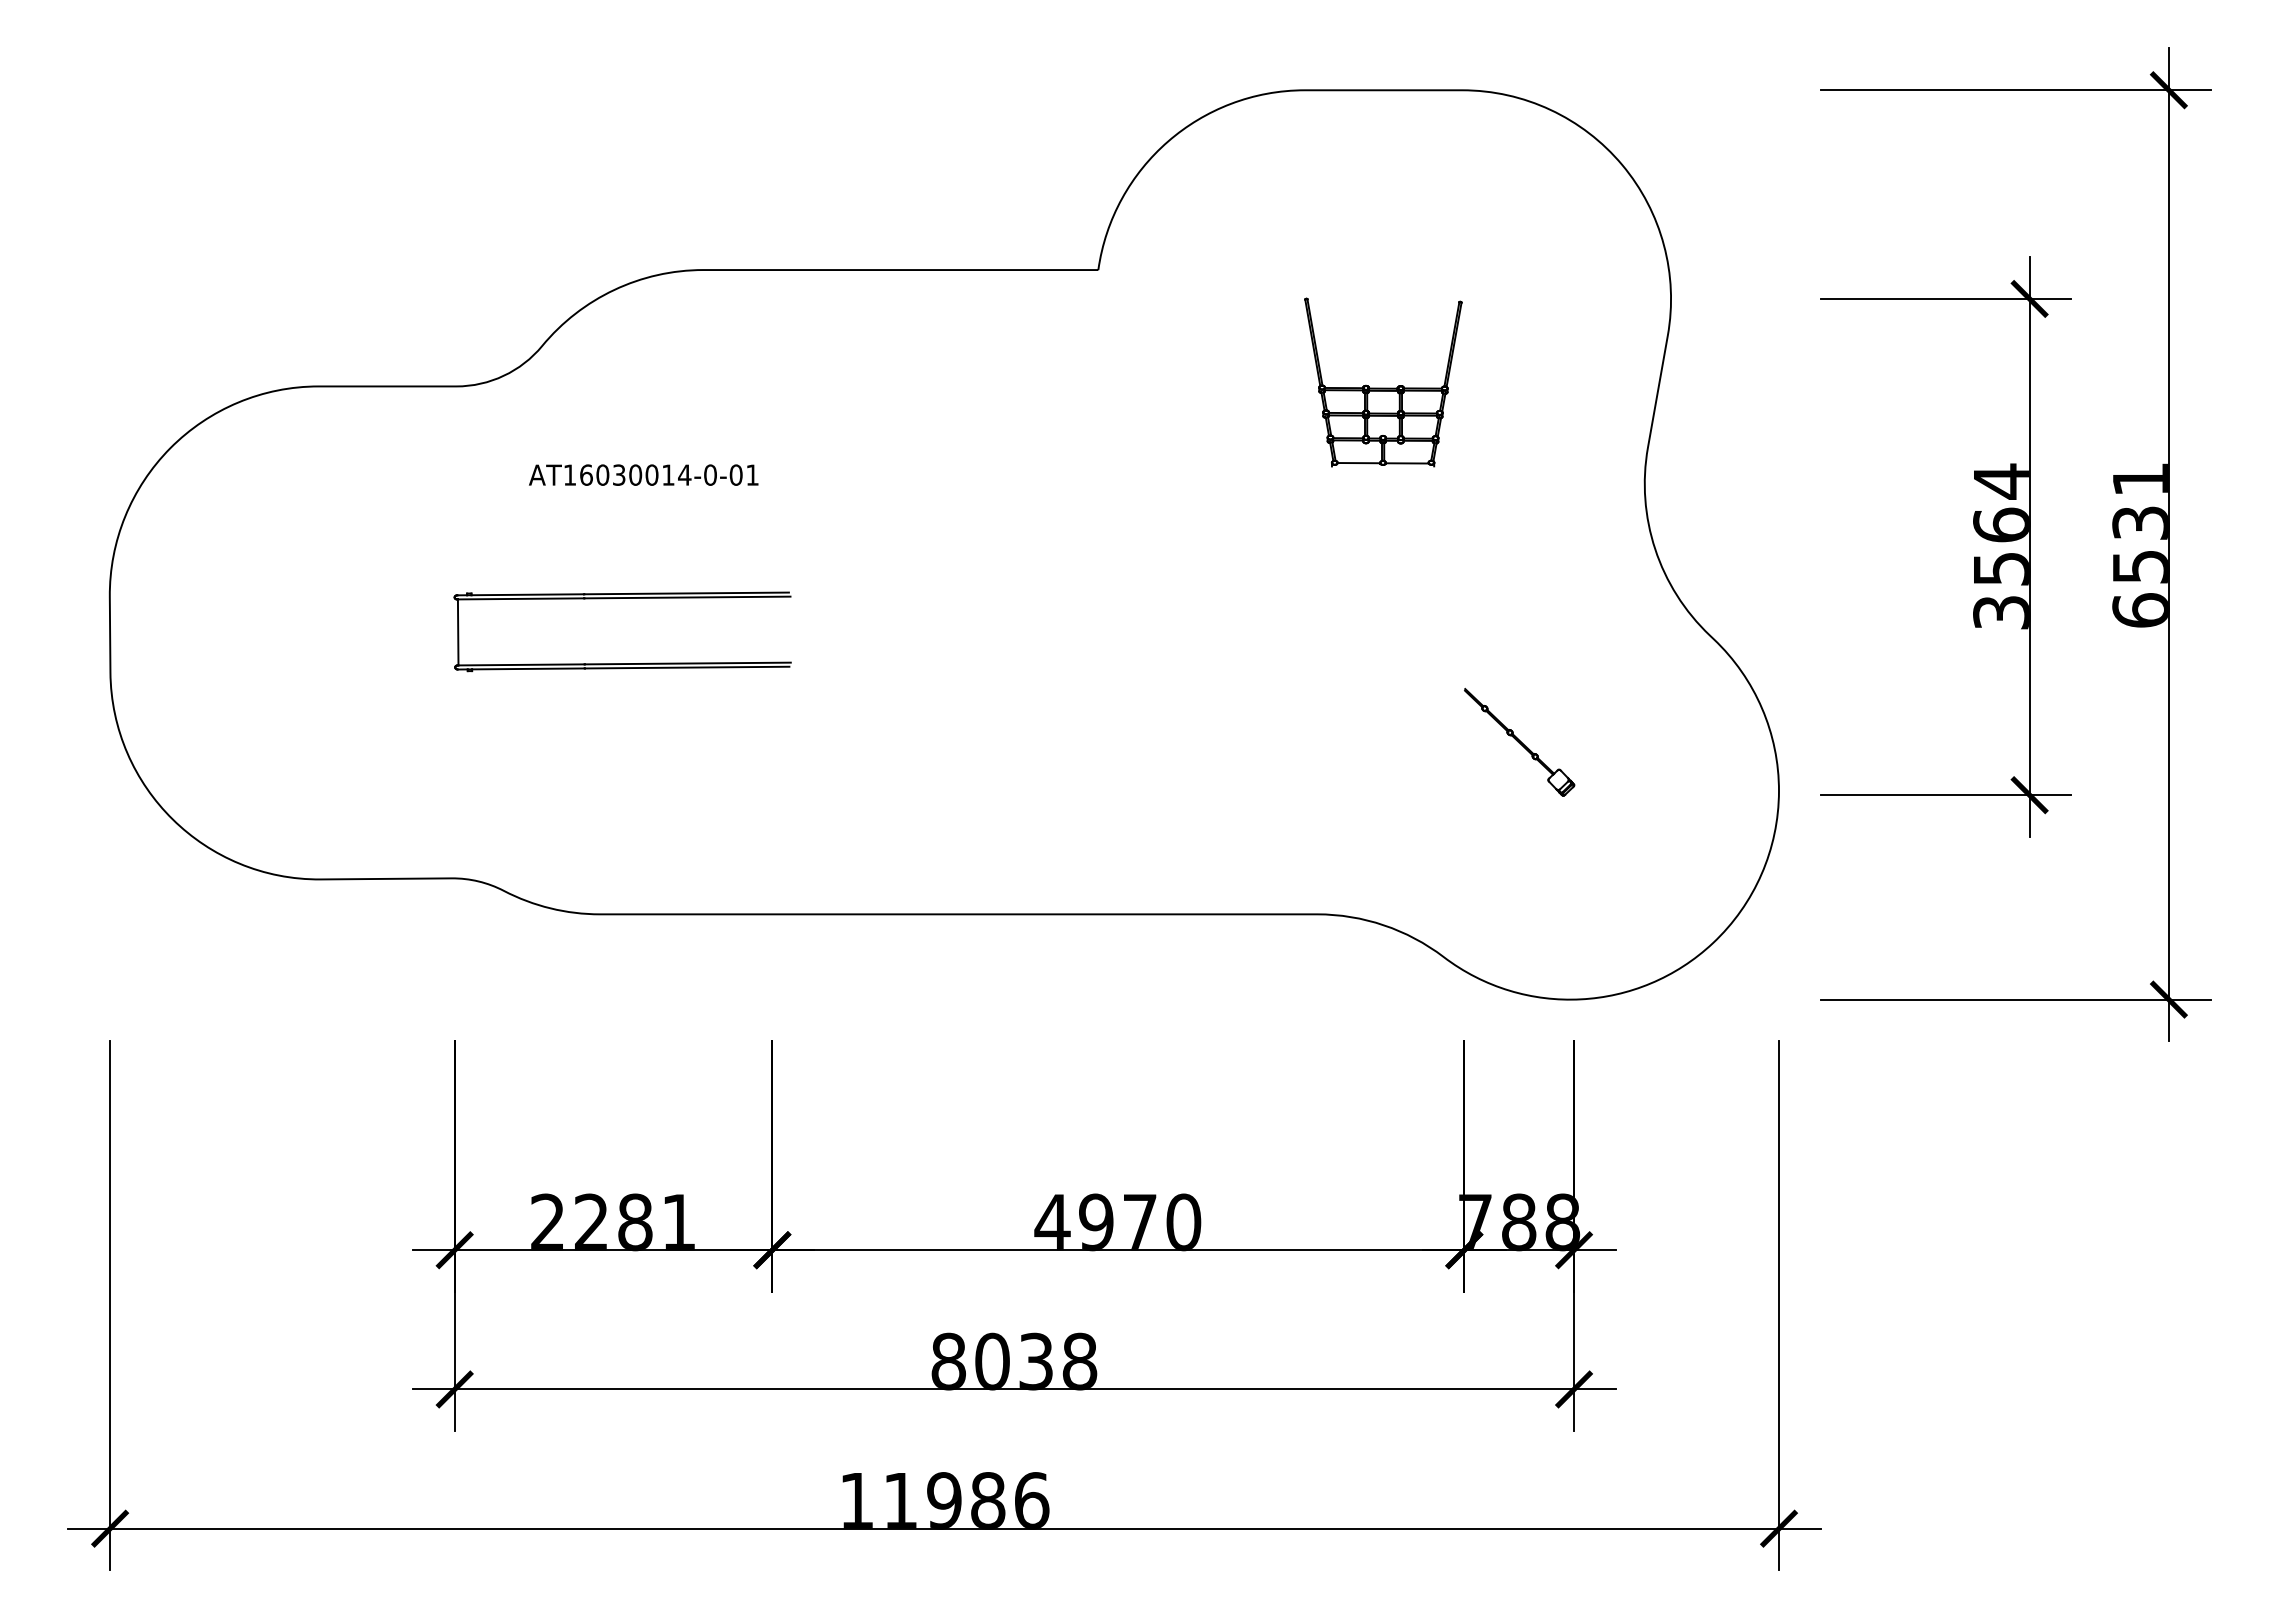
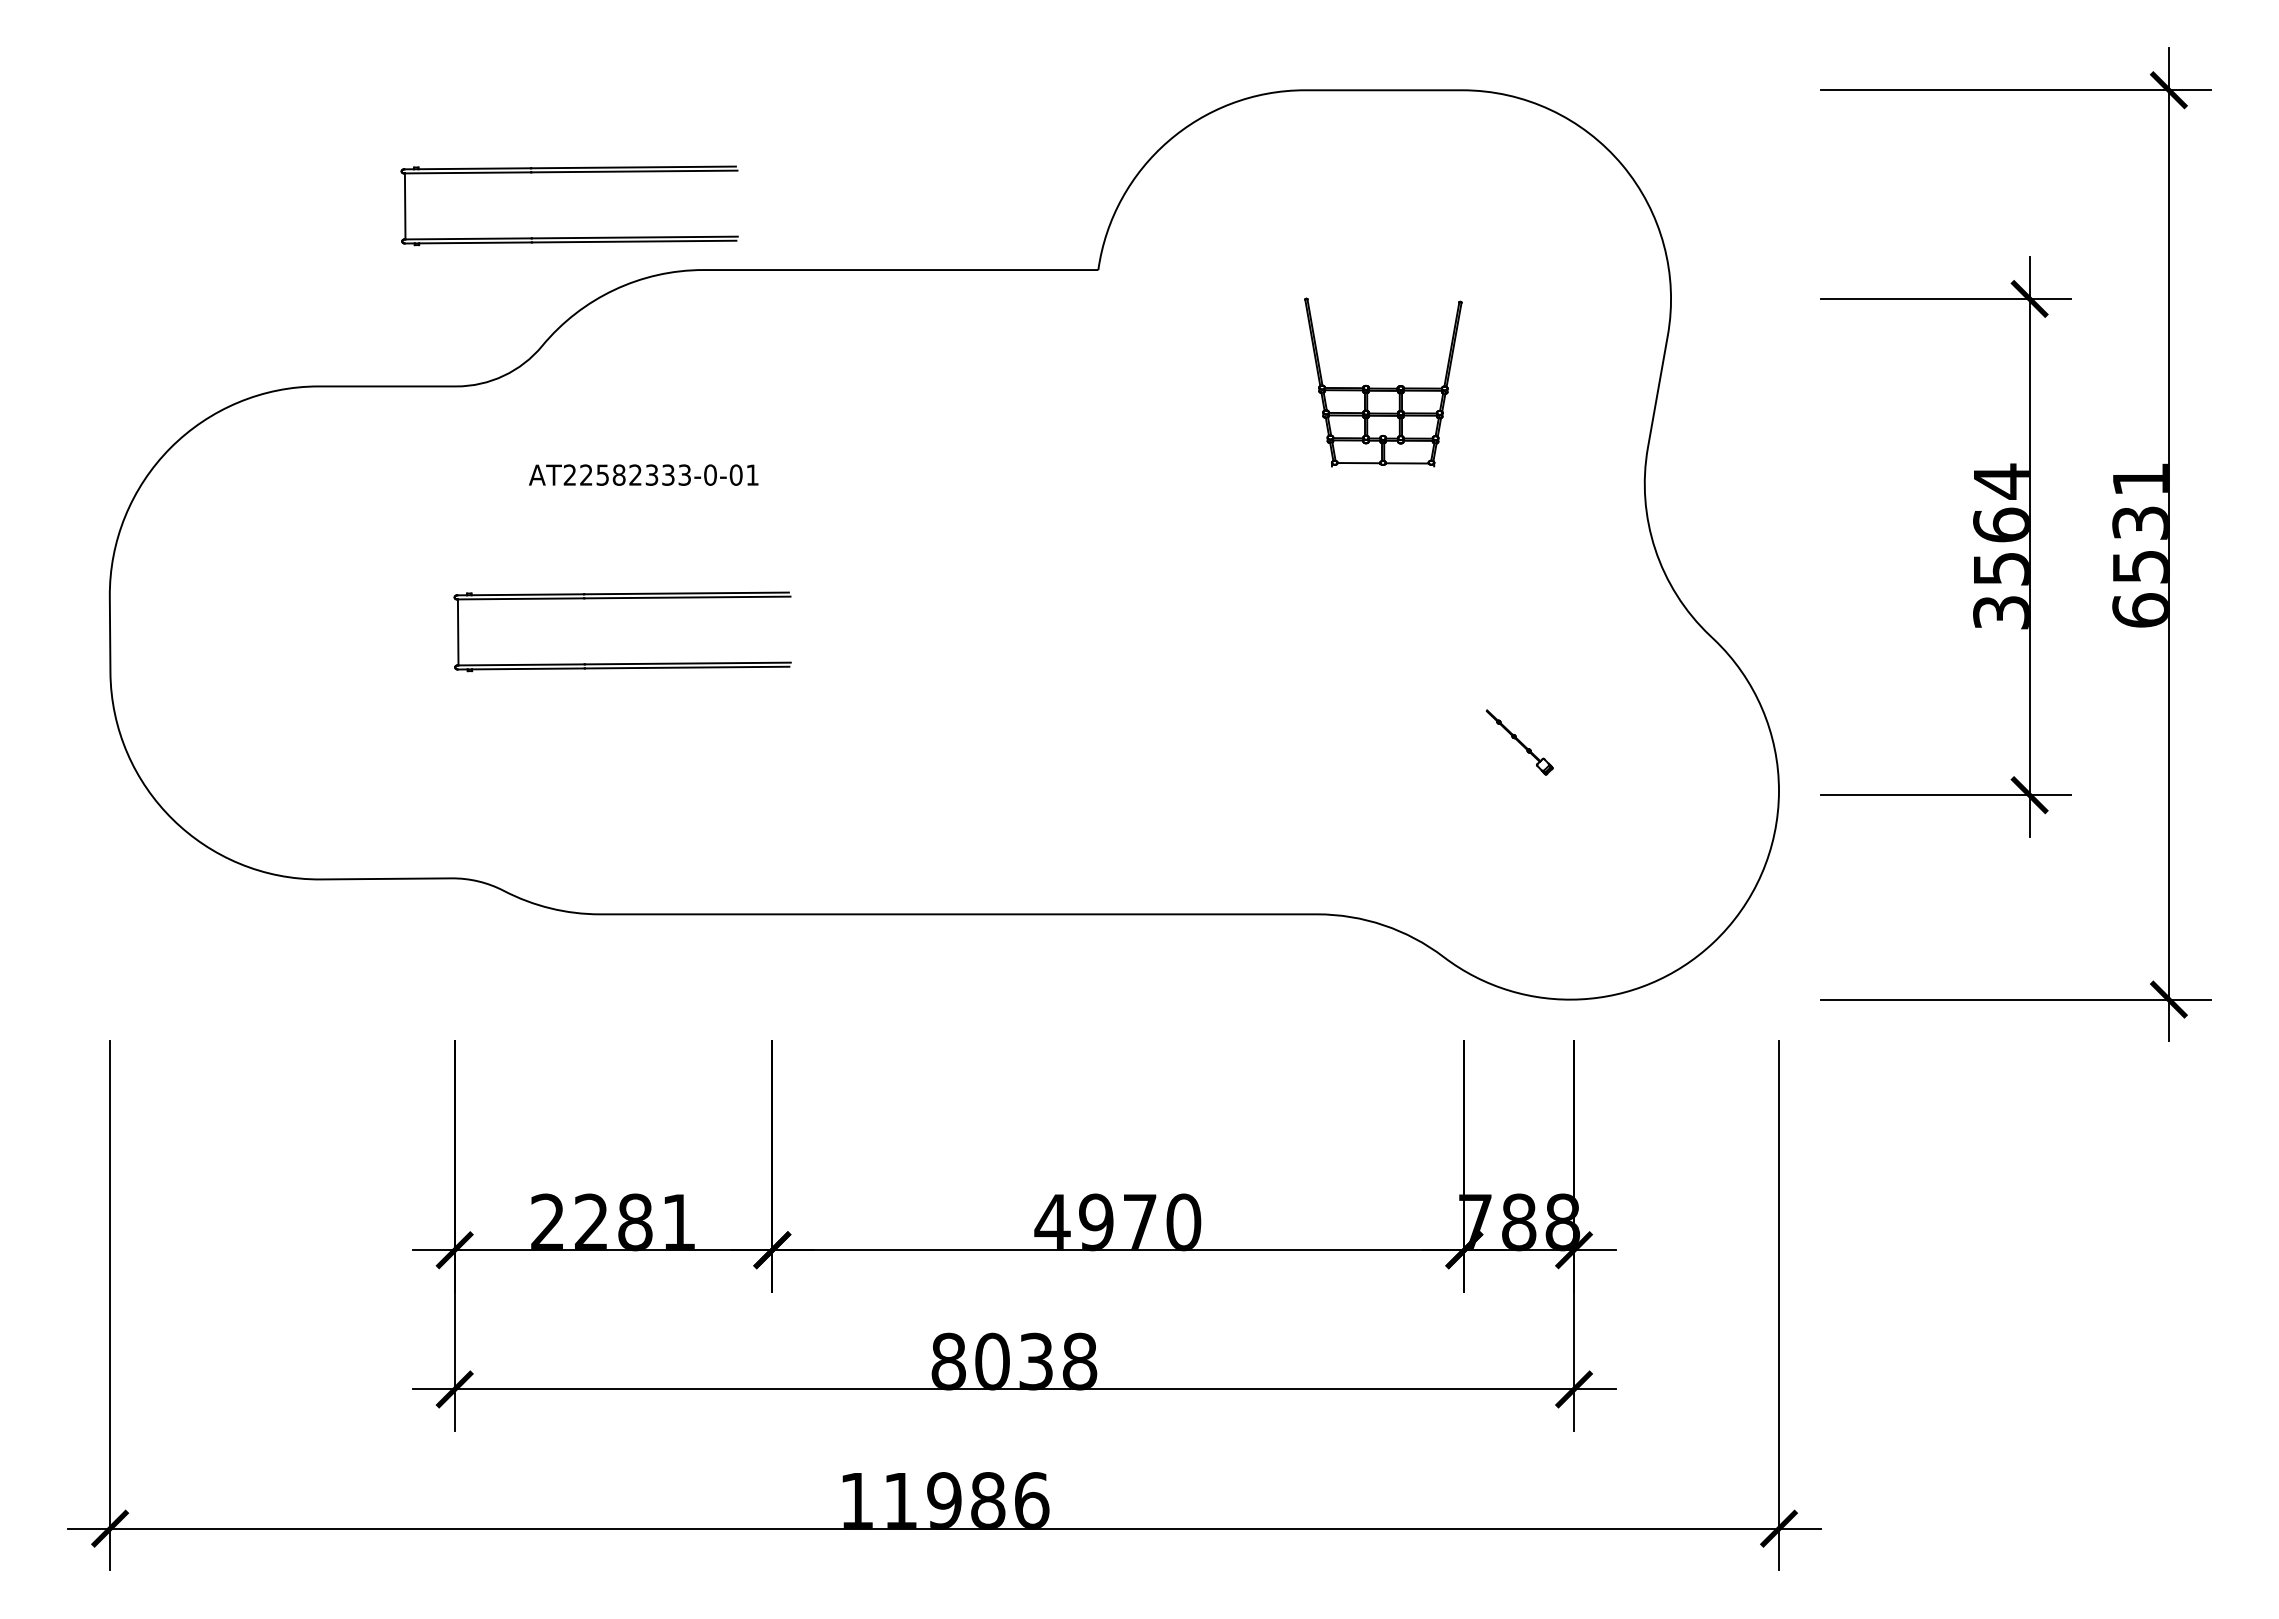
part at (569, 237): none -> present
text at (627, 474): AT16030014-0-01 -> AT22582333-0-01
part at (1519, 742) size: 112x109 px -> 68x67 px
